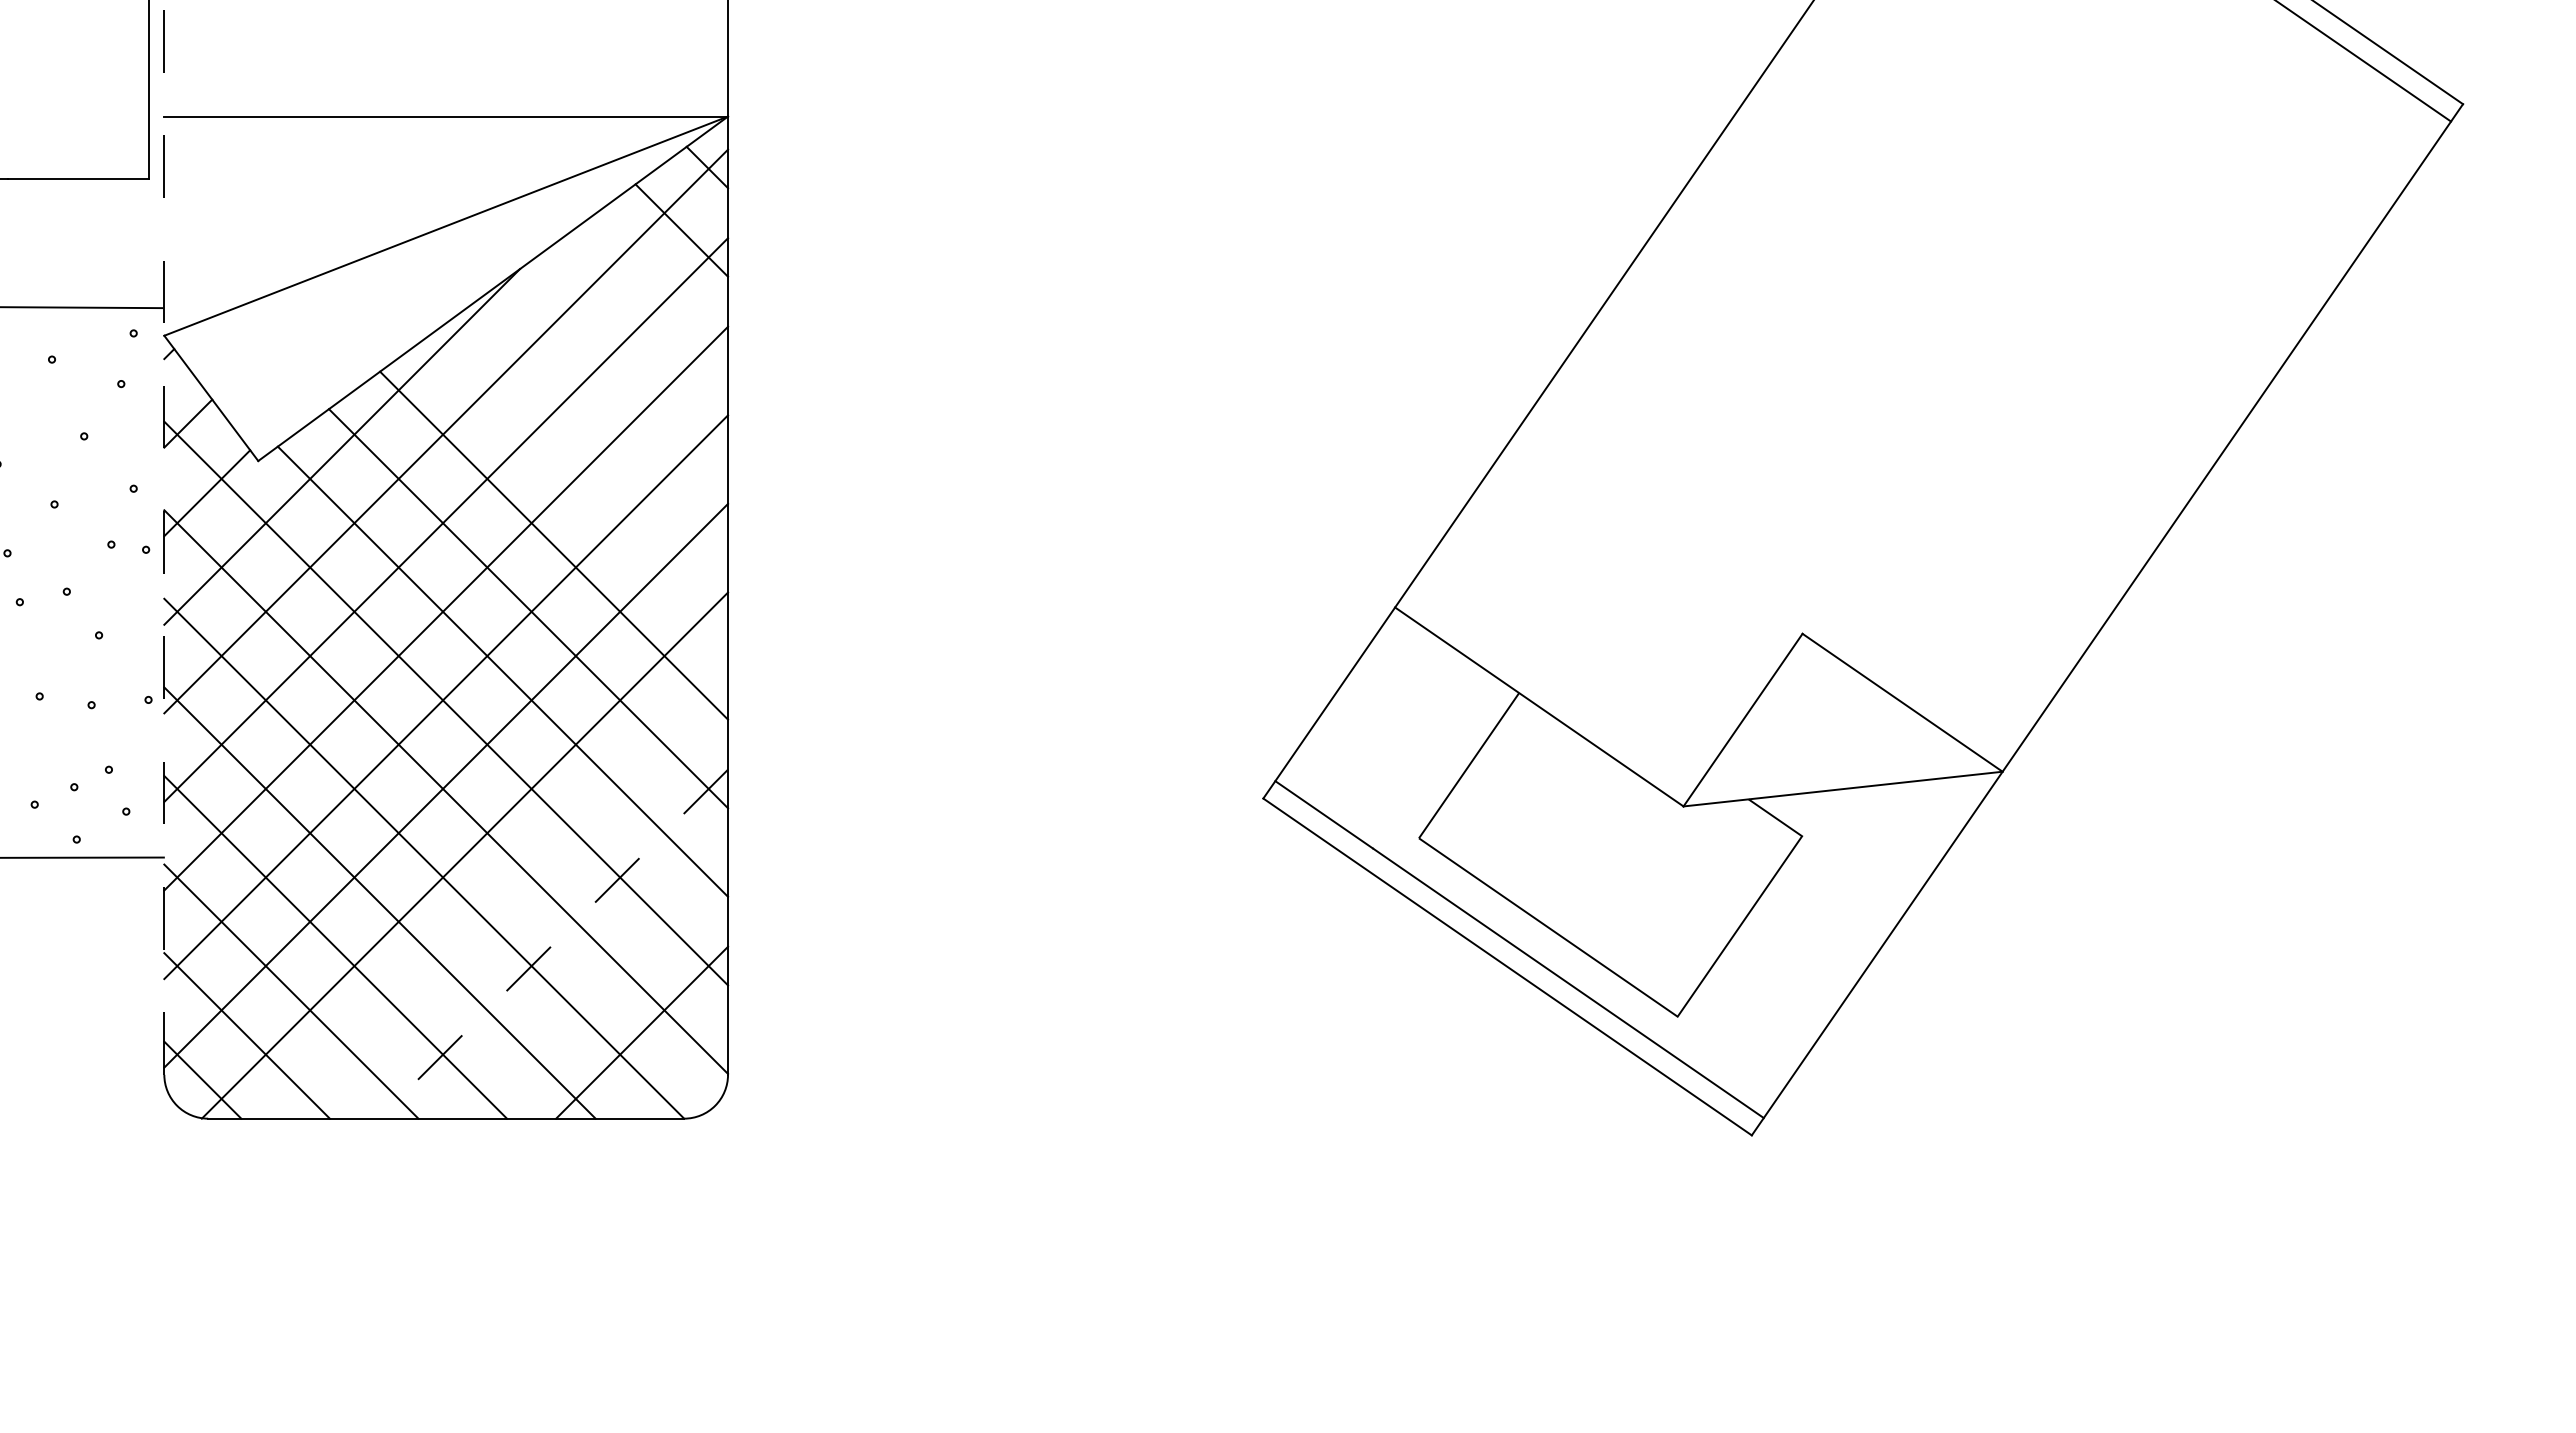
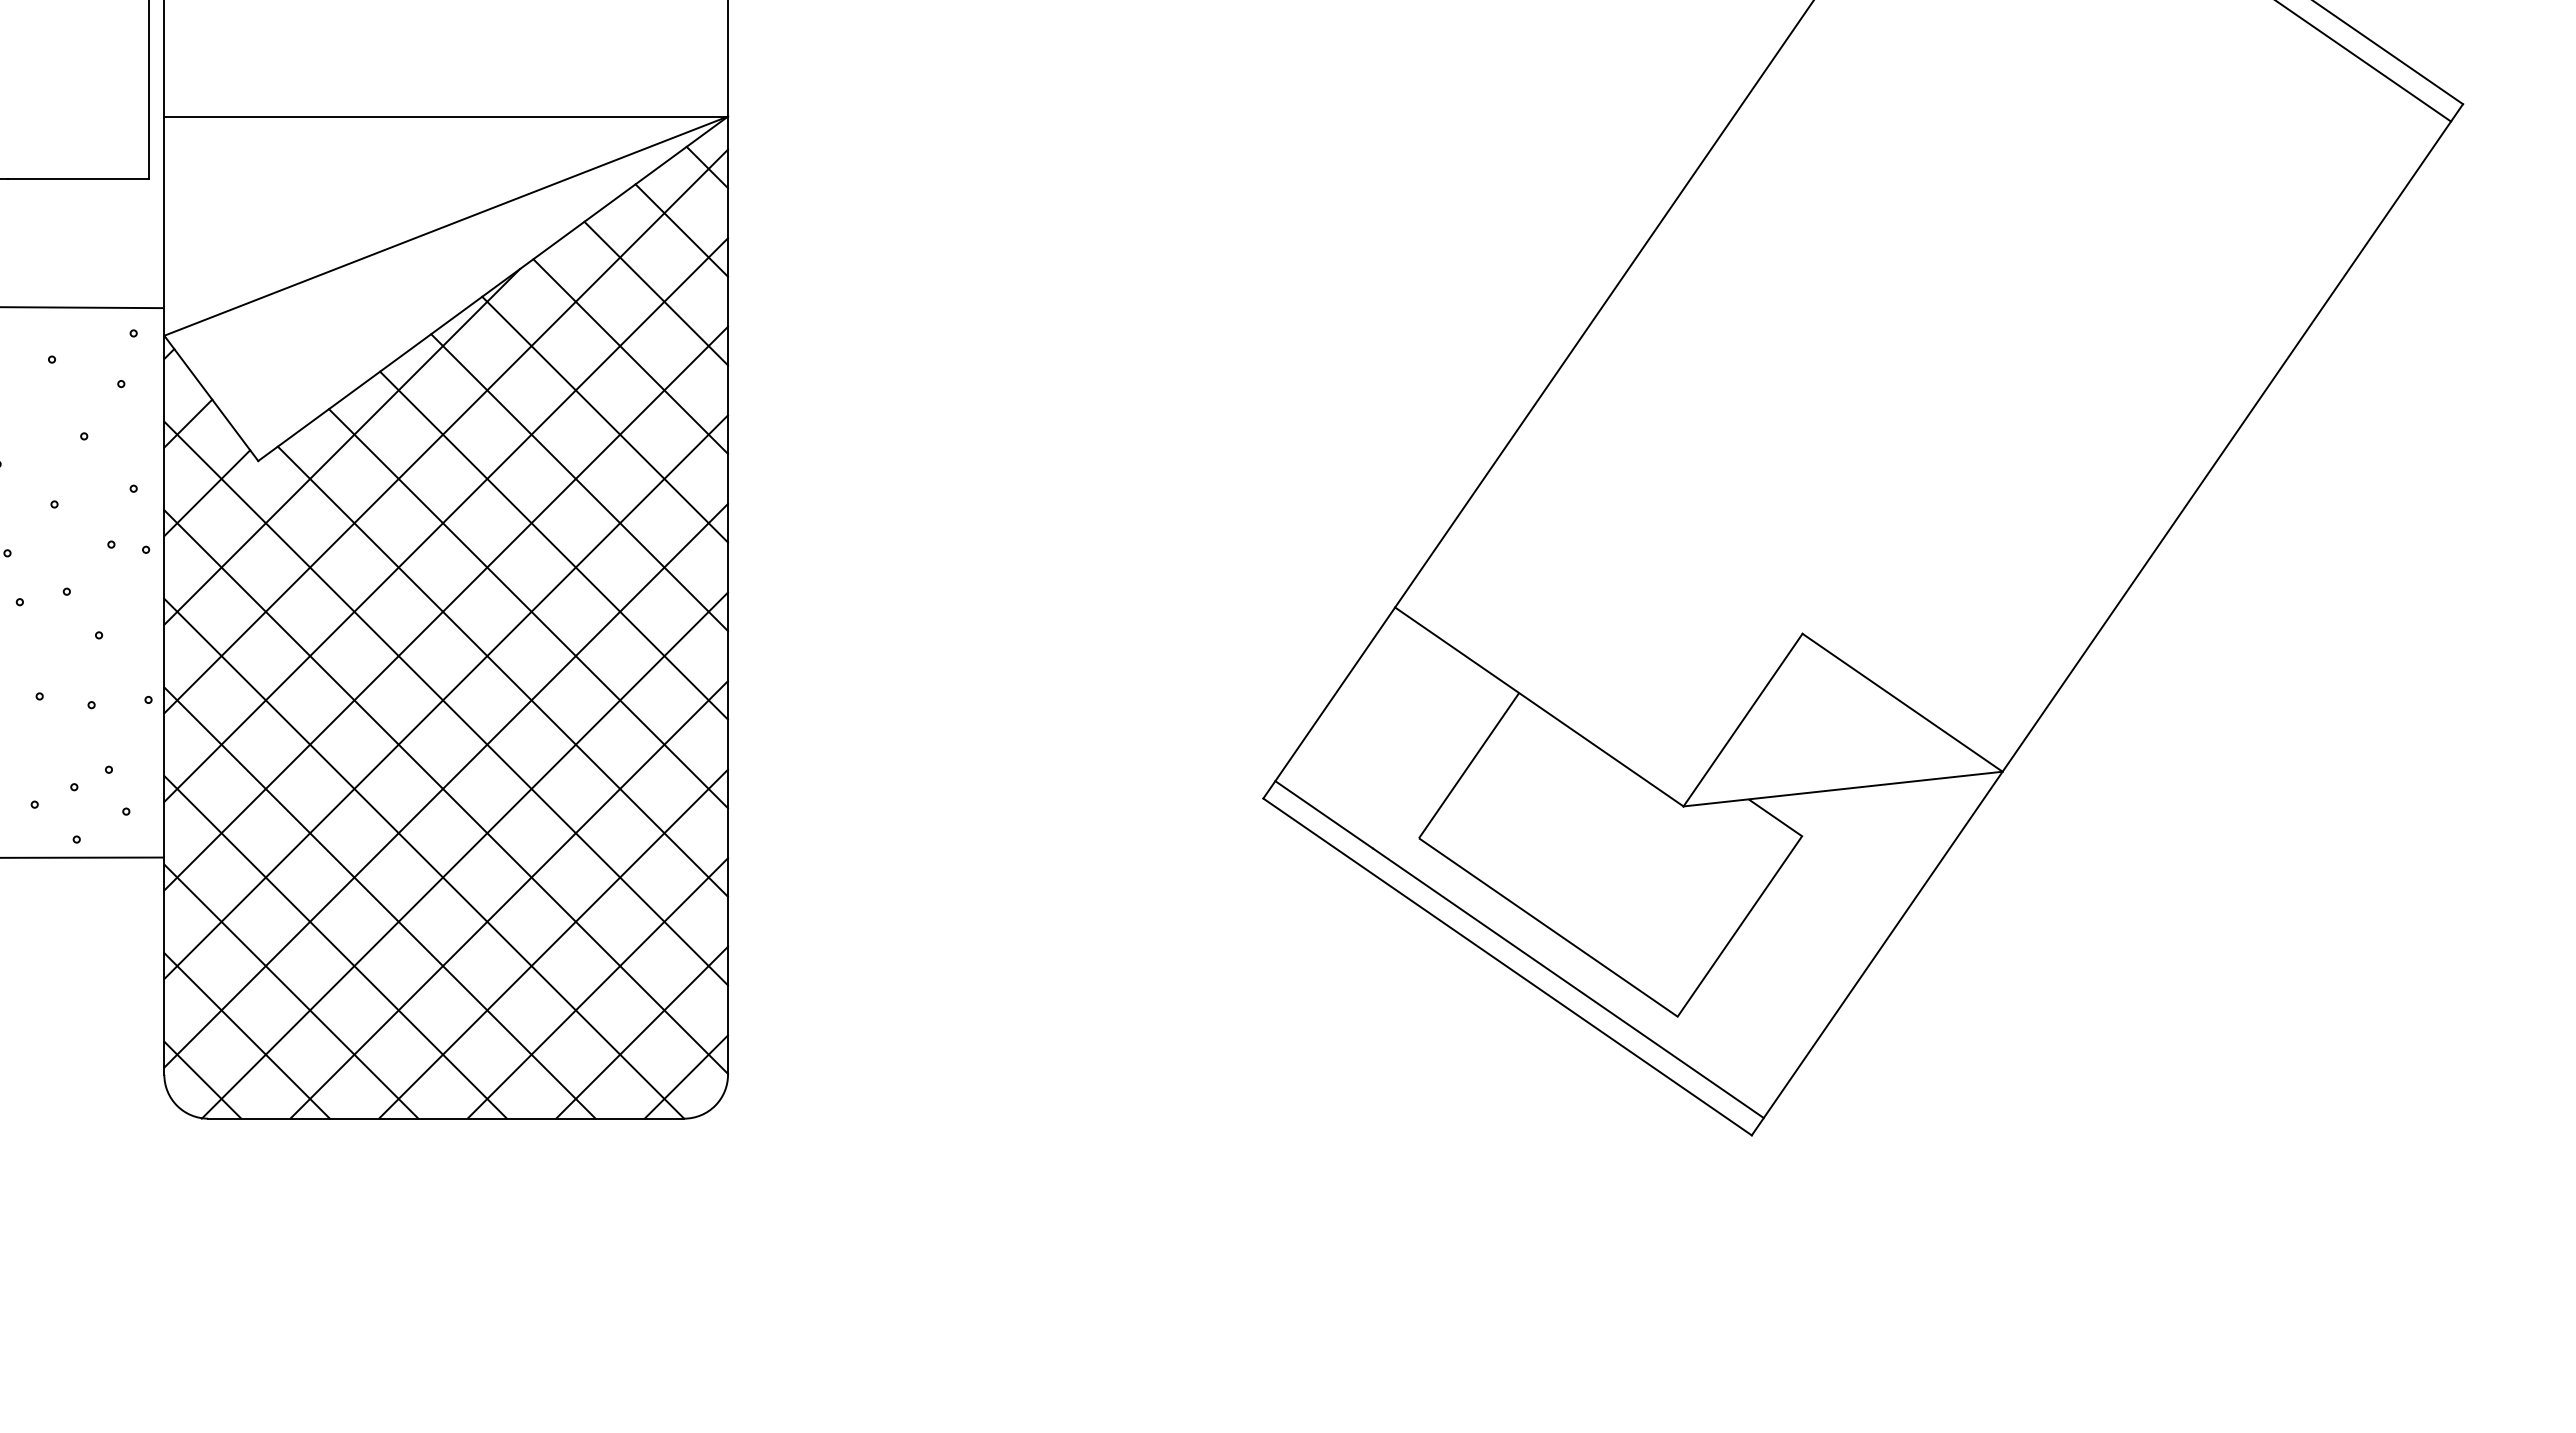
line at (656, 293): none -> present
line at (630, 356): none -> present
line at (605, 419): none -> present
line at (579, 482): none -> present
line at (164, 537): dashed -> solid
line at (509, 899): none -> present
line at (553, 944): dashed -> solid
line at (597, 988): none -> present
line at (686, 1076): none -> present
